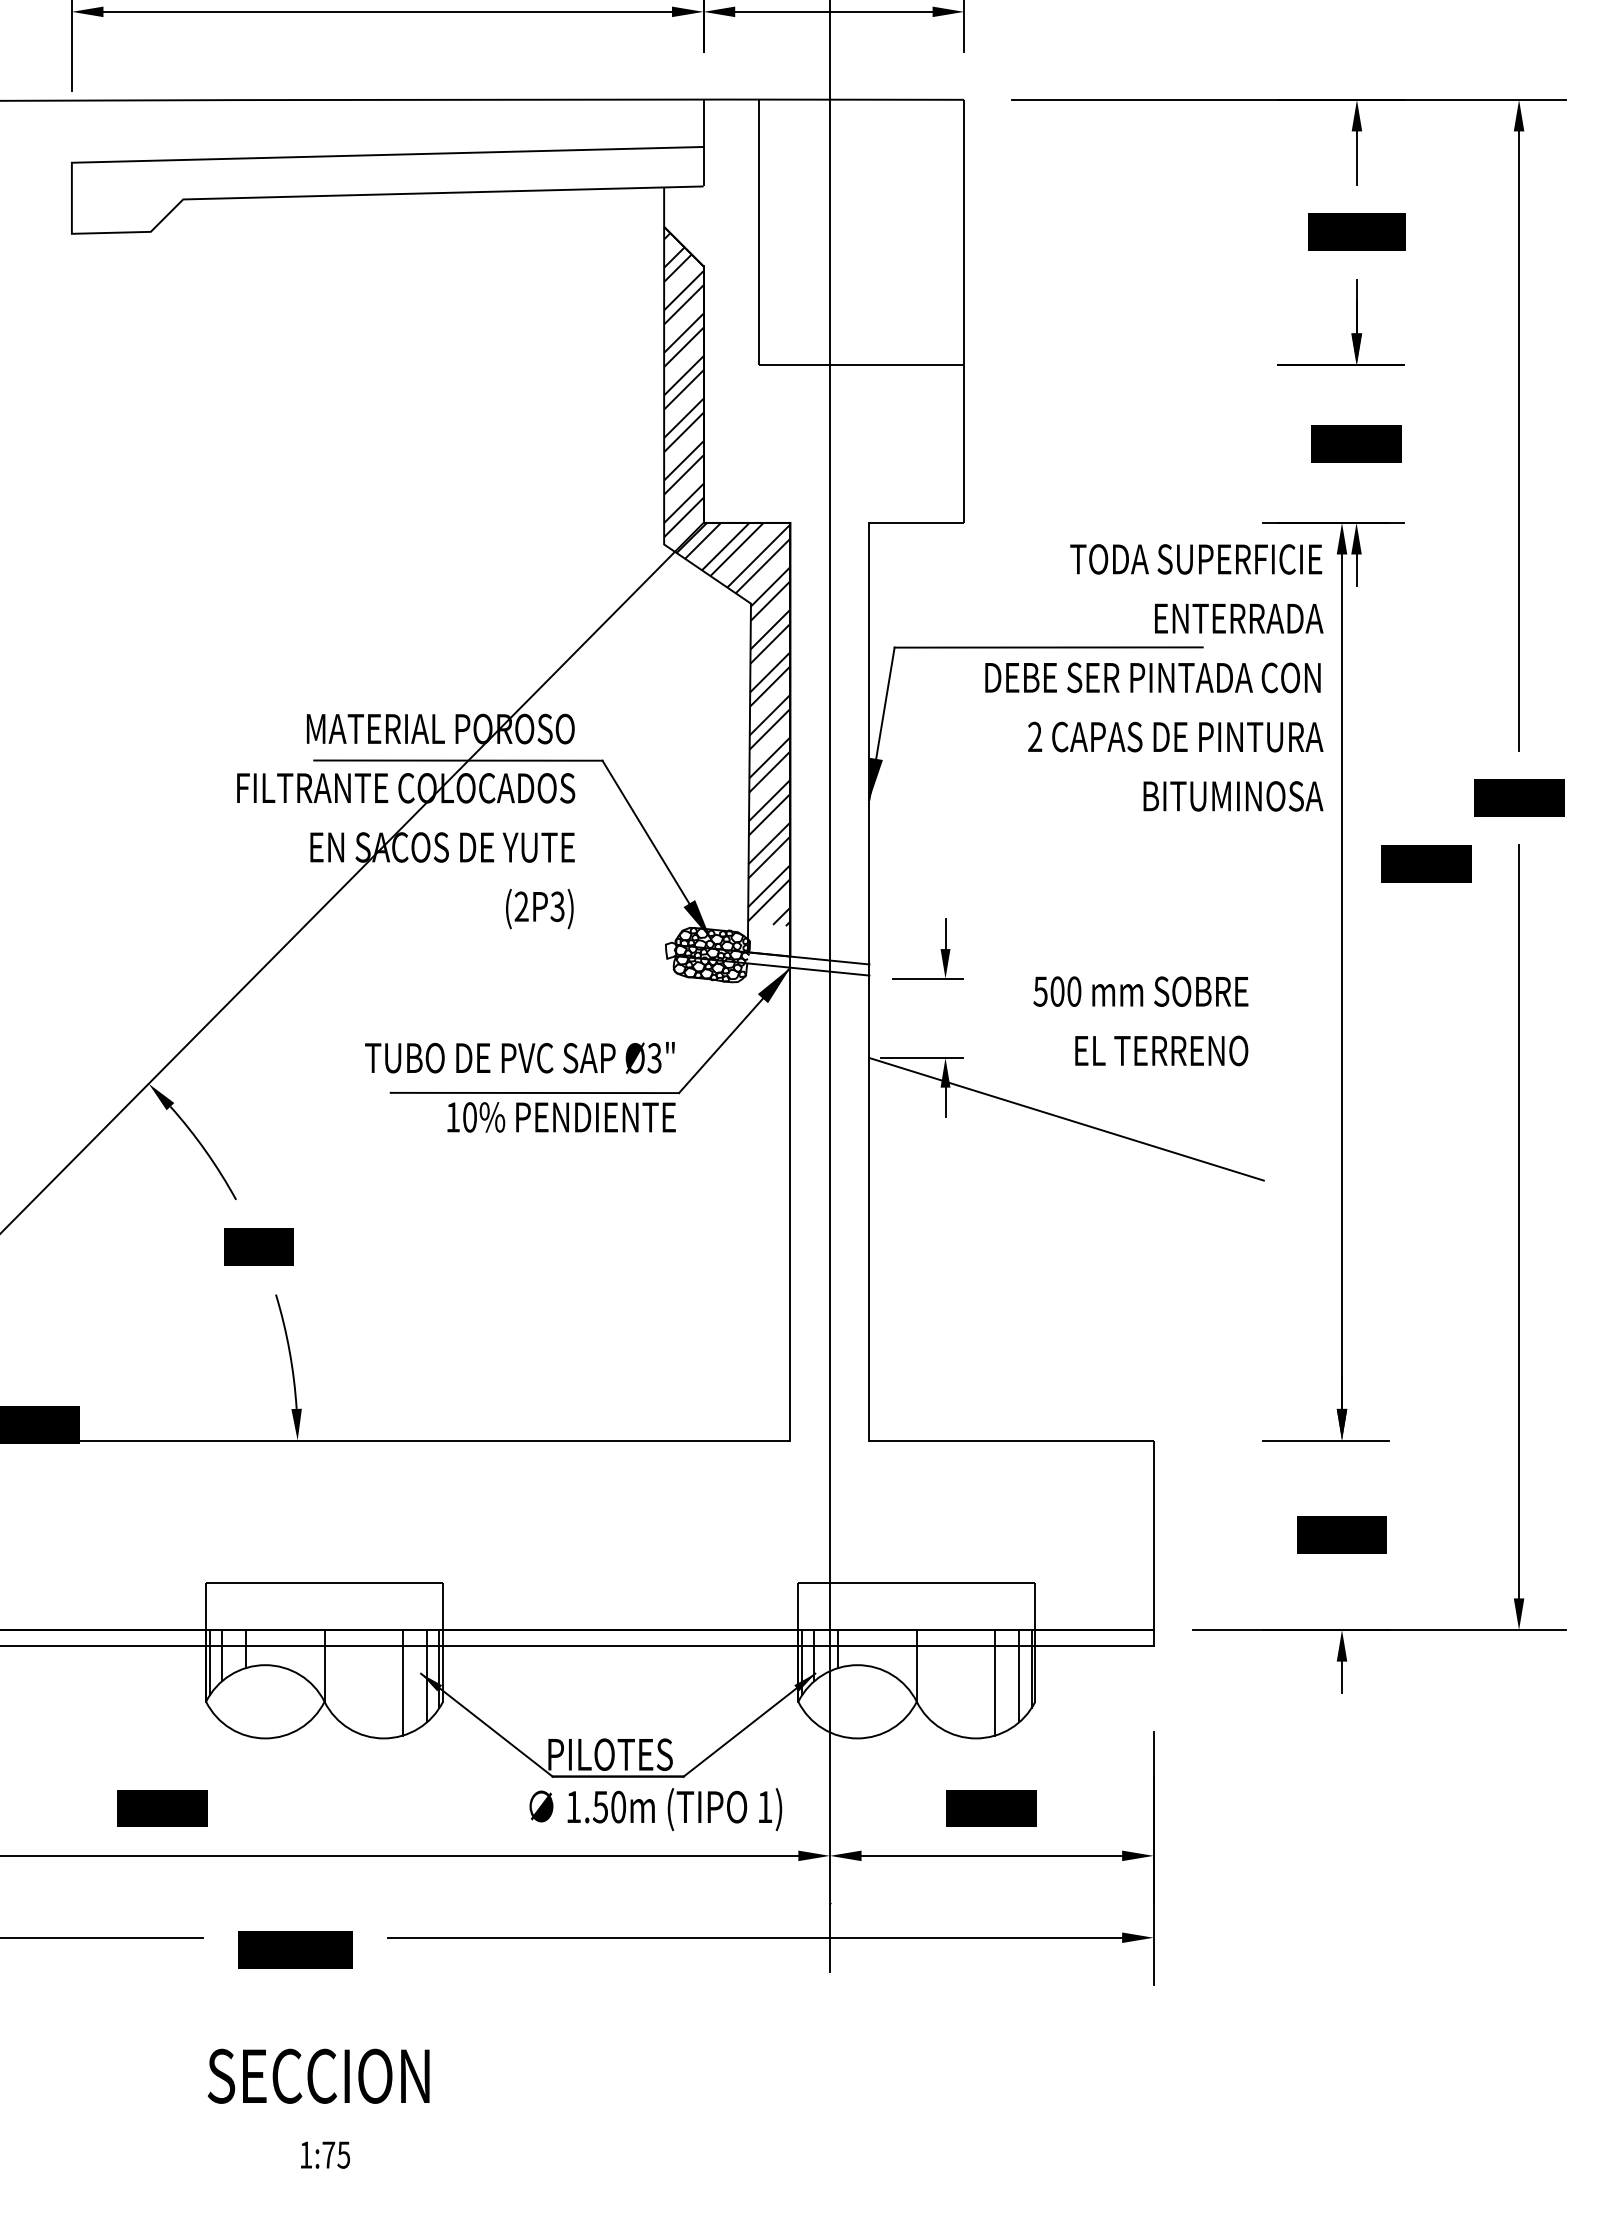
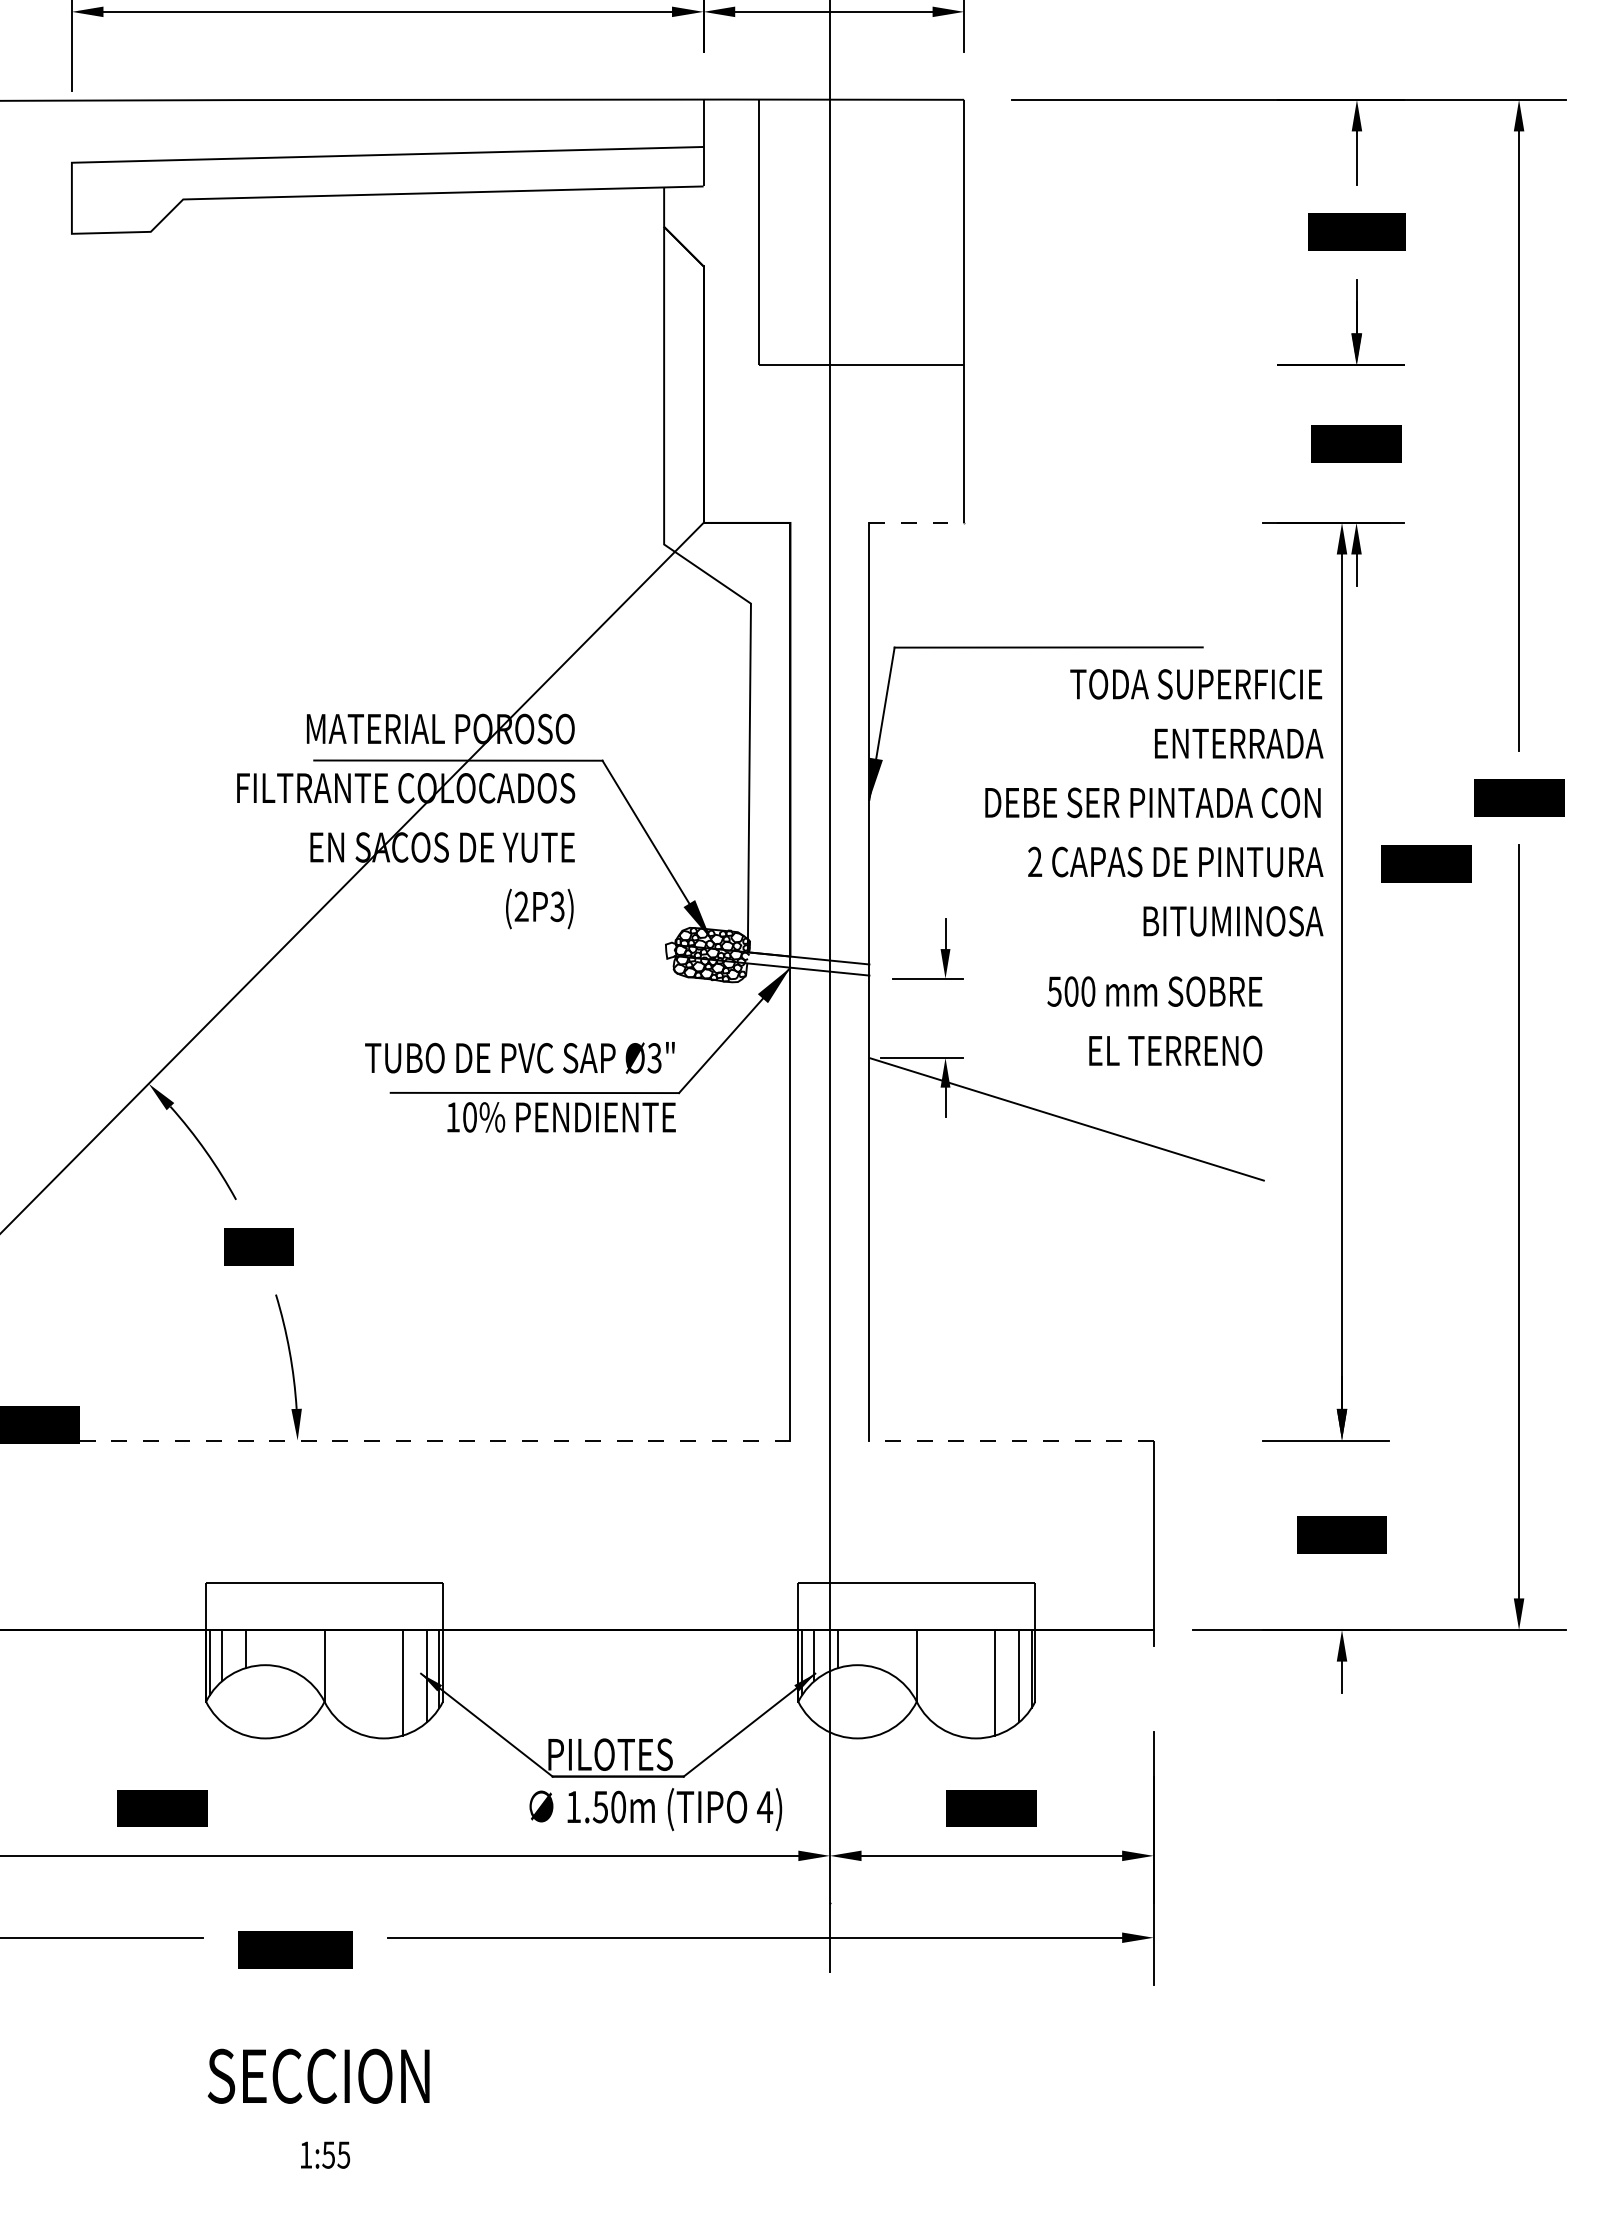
line at (917, 522): solid -> dashed
hatch at (727, 579): present -> none
text at (1154, 677) position: (1154, 677) -> (1154, 802)
text at (1140, 1021) position: (1140, 1021) -> (1154, 1021)
line at (395, 1440): solid -> dashed
line at (1011, 1440): solid -> dashed
line at (577, 1645): present -> none
text at (765, 1806): 1) -> 4)
text at (328, 2154): 1:75 -> 1:55
